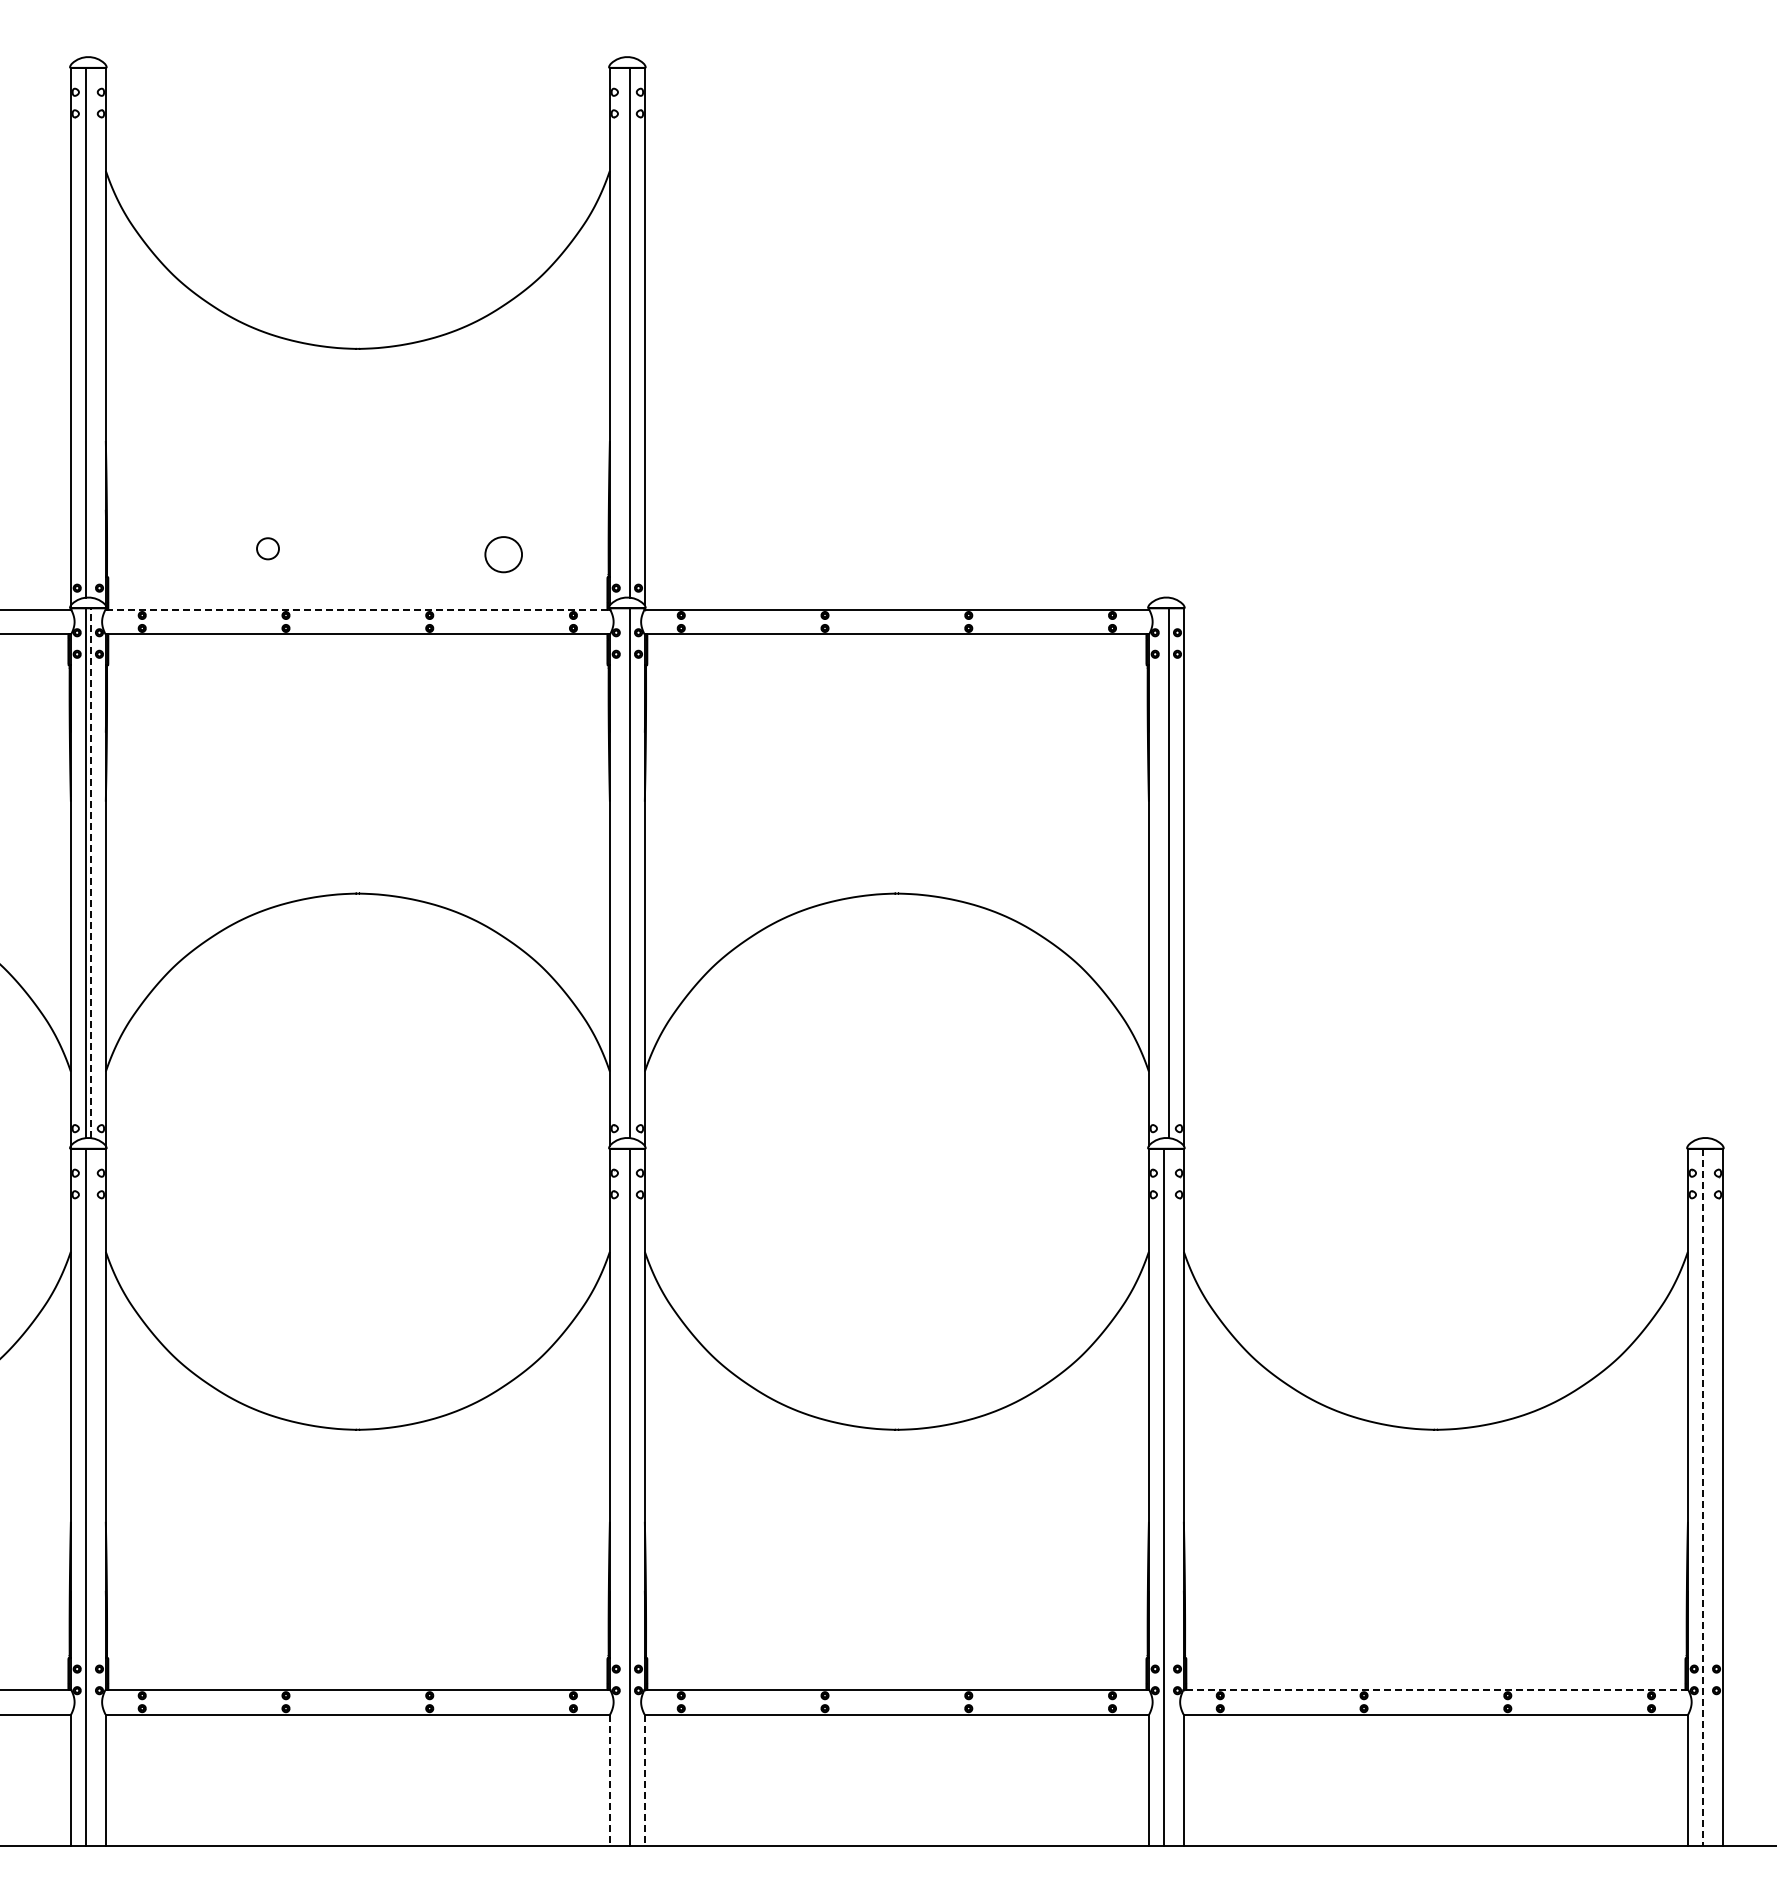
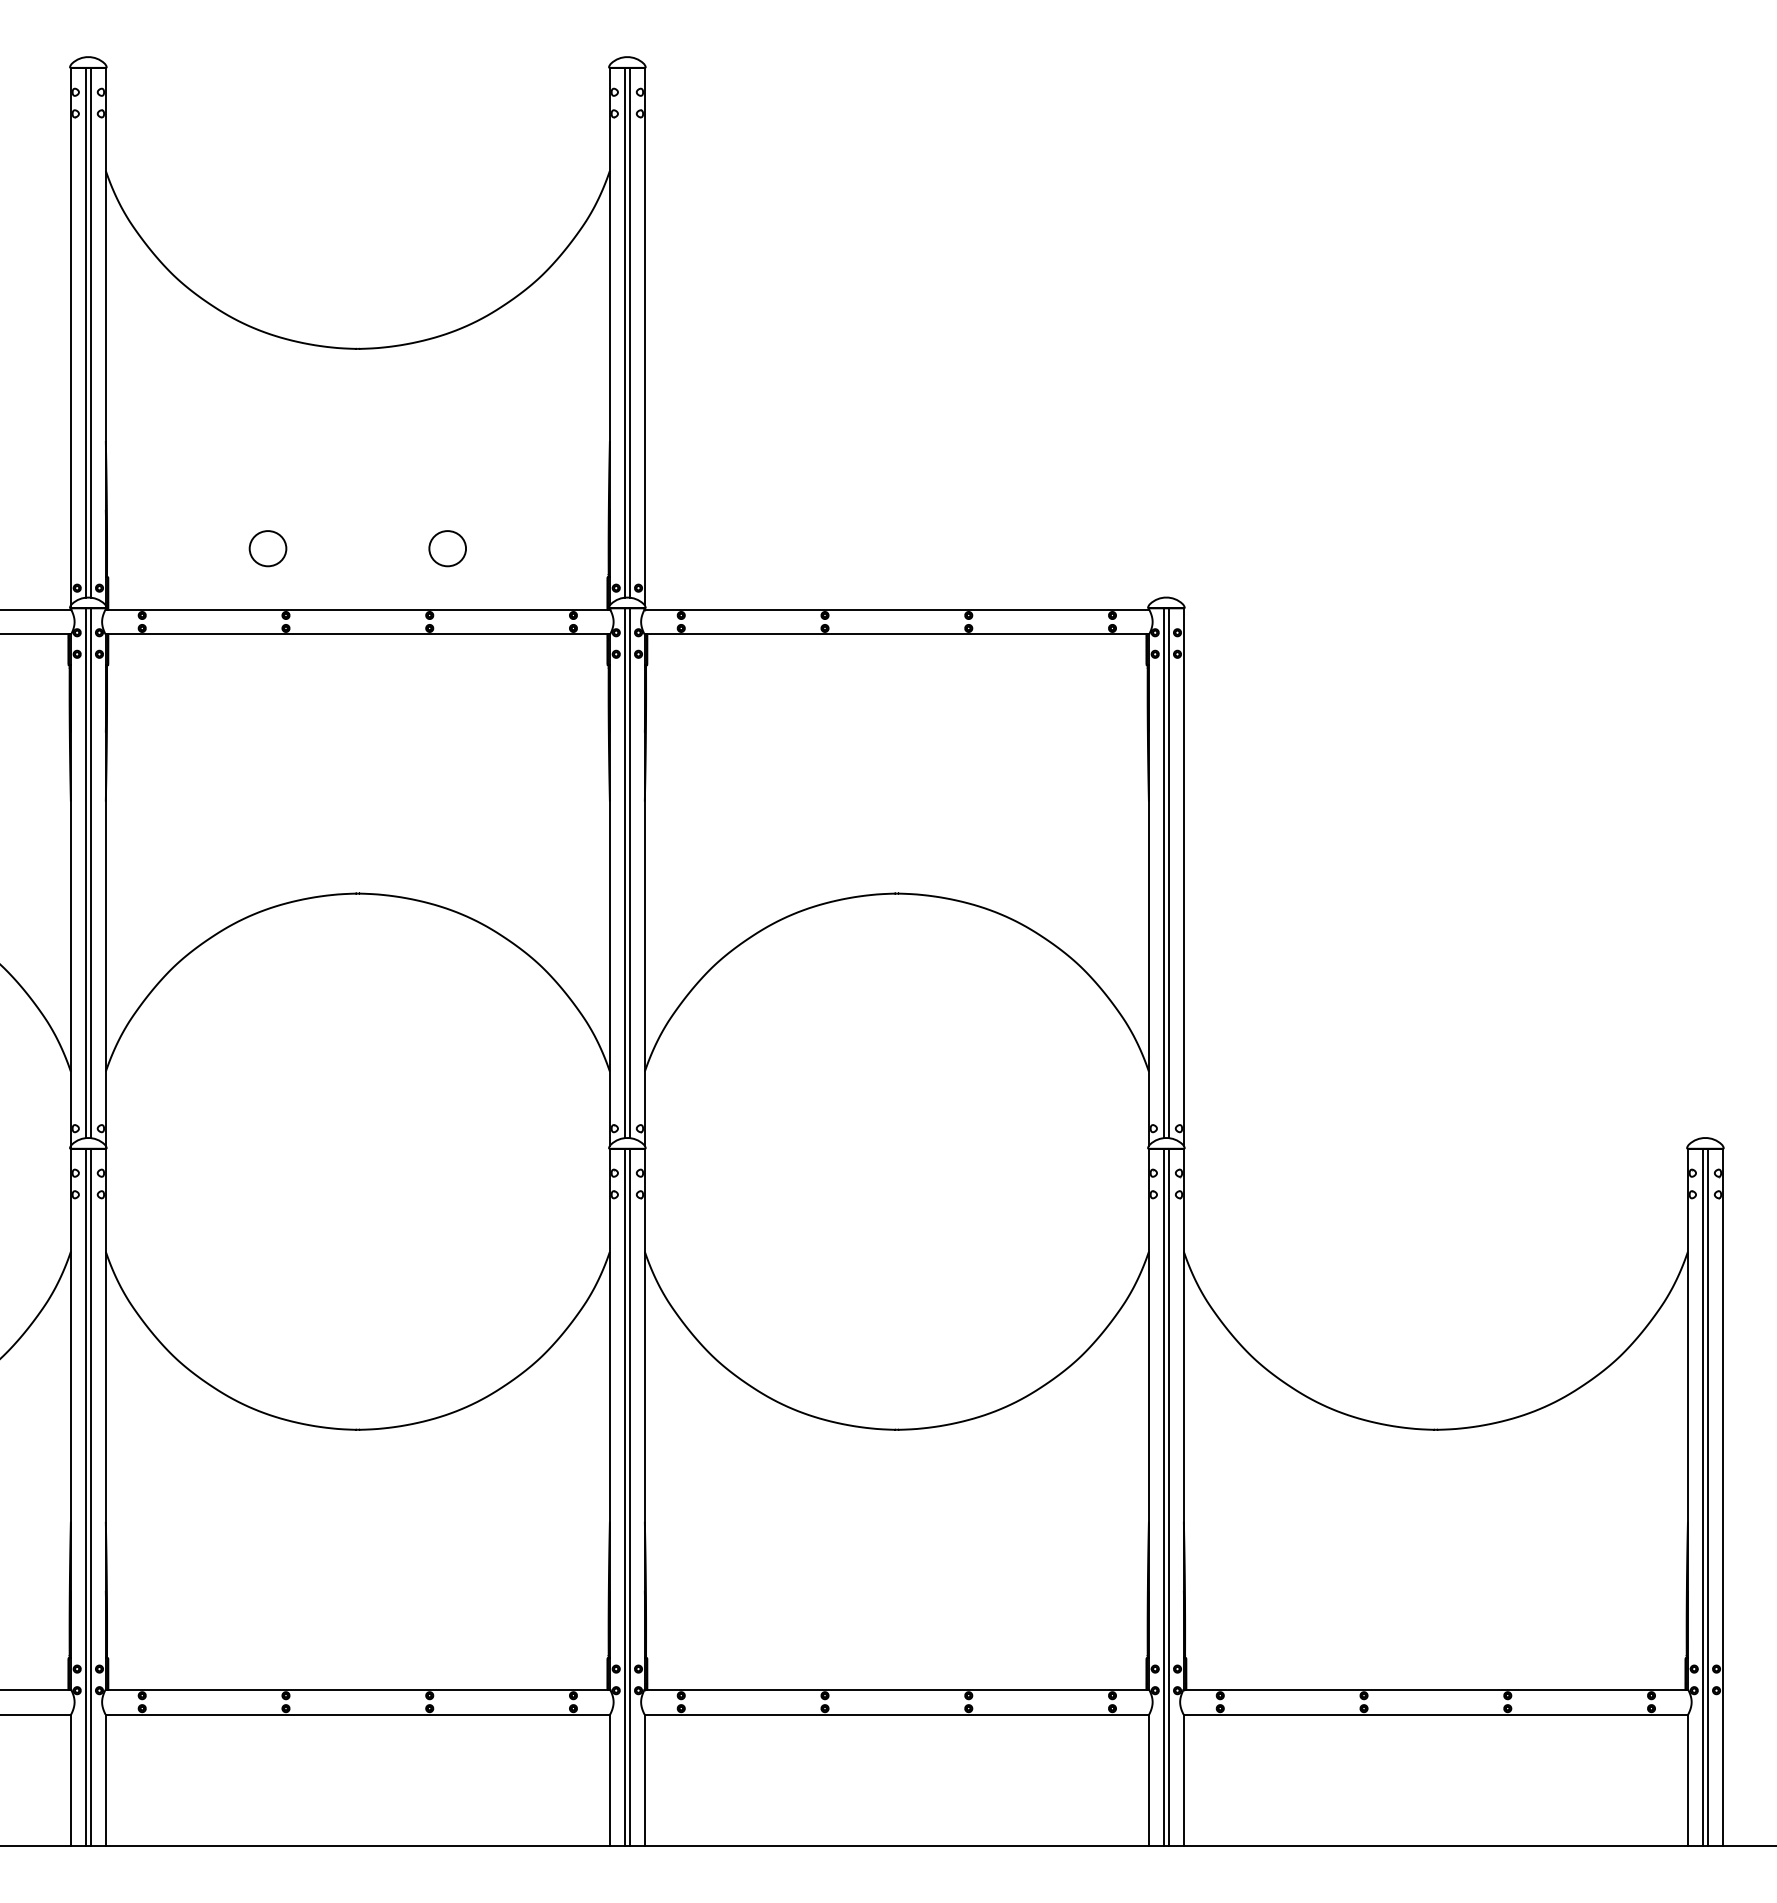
line at (90, 332): none -> present
line at (624, 332): none -> present
part at (267, 548) size: 24x24 px -> 40x38 px
part at (503, 554) position: (503, 554) -> (447, 548)
line at (358, 609): dashed -> solid
line at (90, 873): dashed -> solid
line at (624, 873): none -> present
line at (1163, 873): none -> present
line at (90, 1496): none -> present
line at (624, 1496): none -> present
line at (1168, 1496): none -> present
line at (1707, 1496): none -> present
line at (1702, 1497): dashed -> solid
line at (1435, 1689): dashed -> solid
line at (609, 1780): dashed -> solid
line at (644, 1780): dashed -> solid
